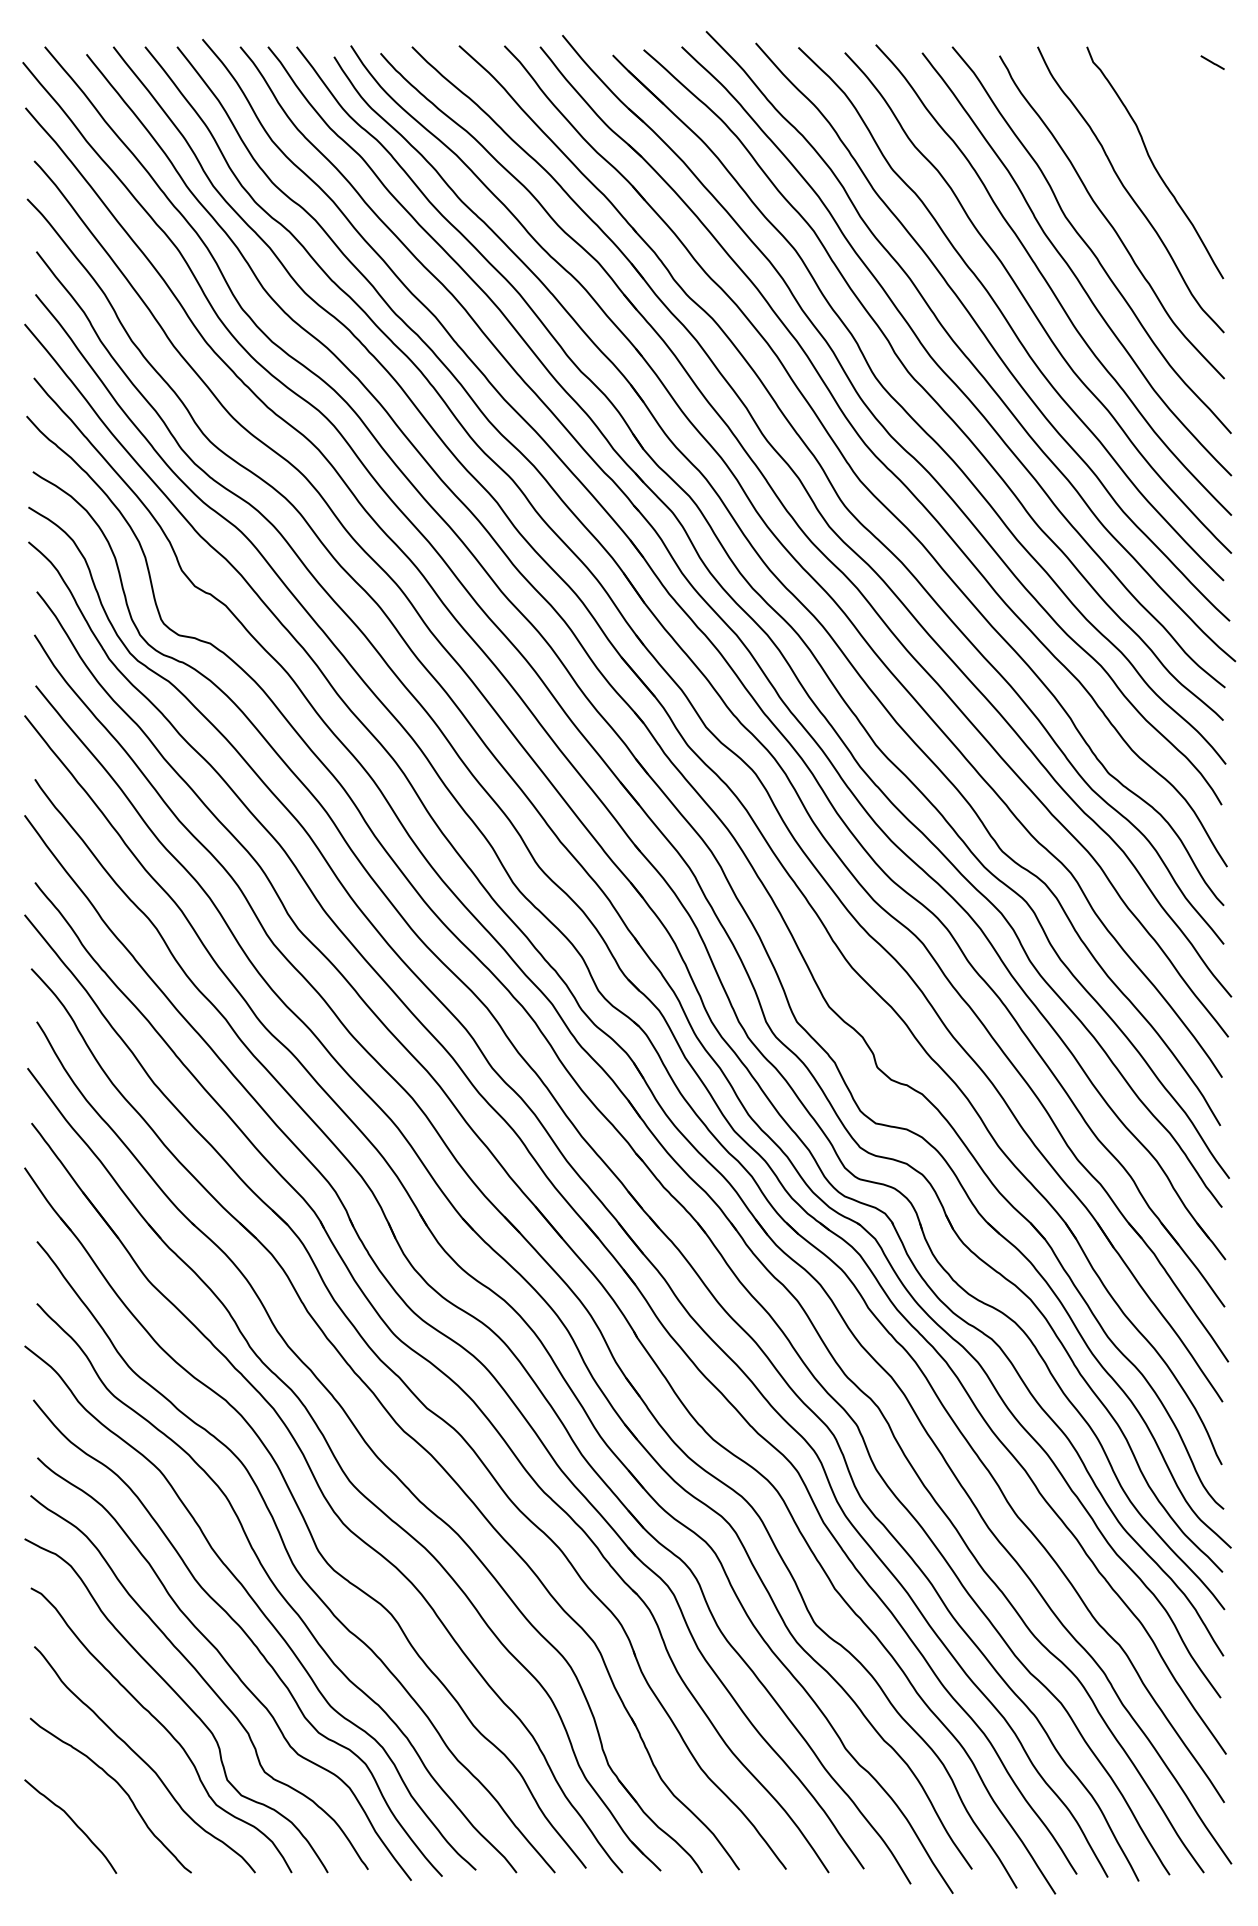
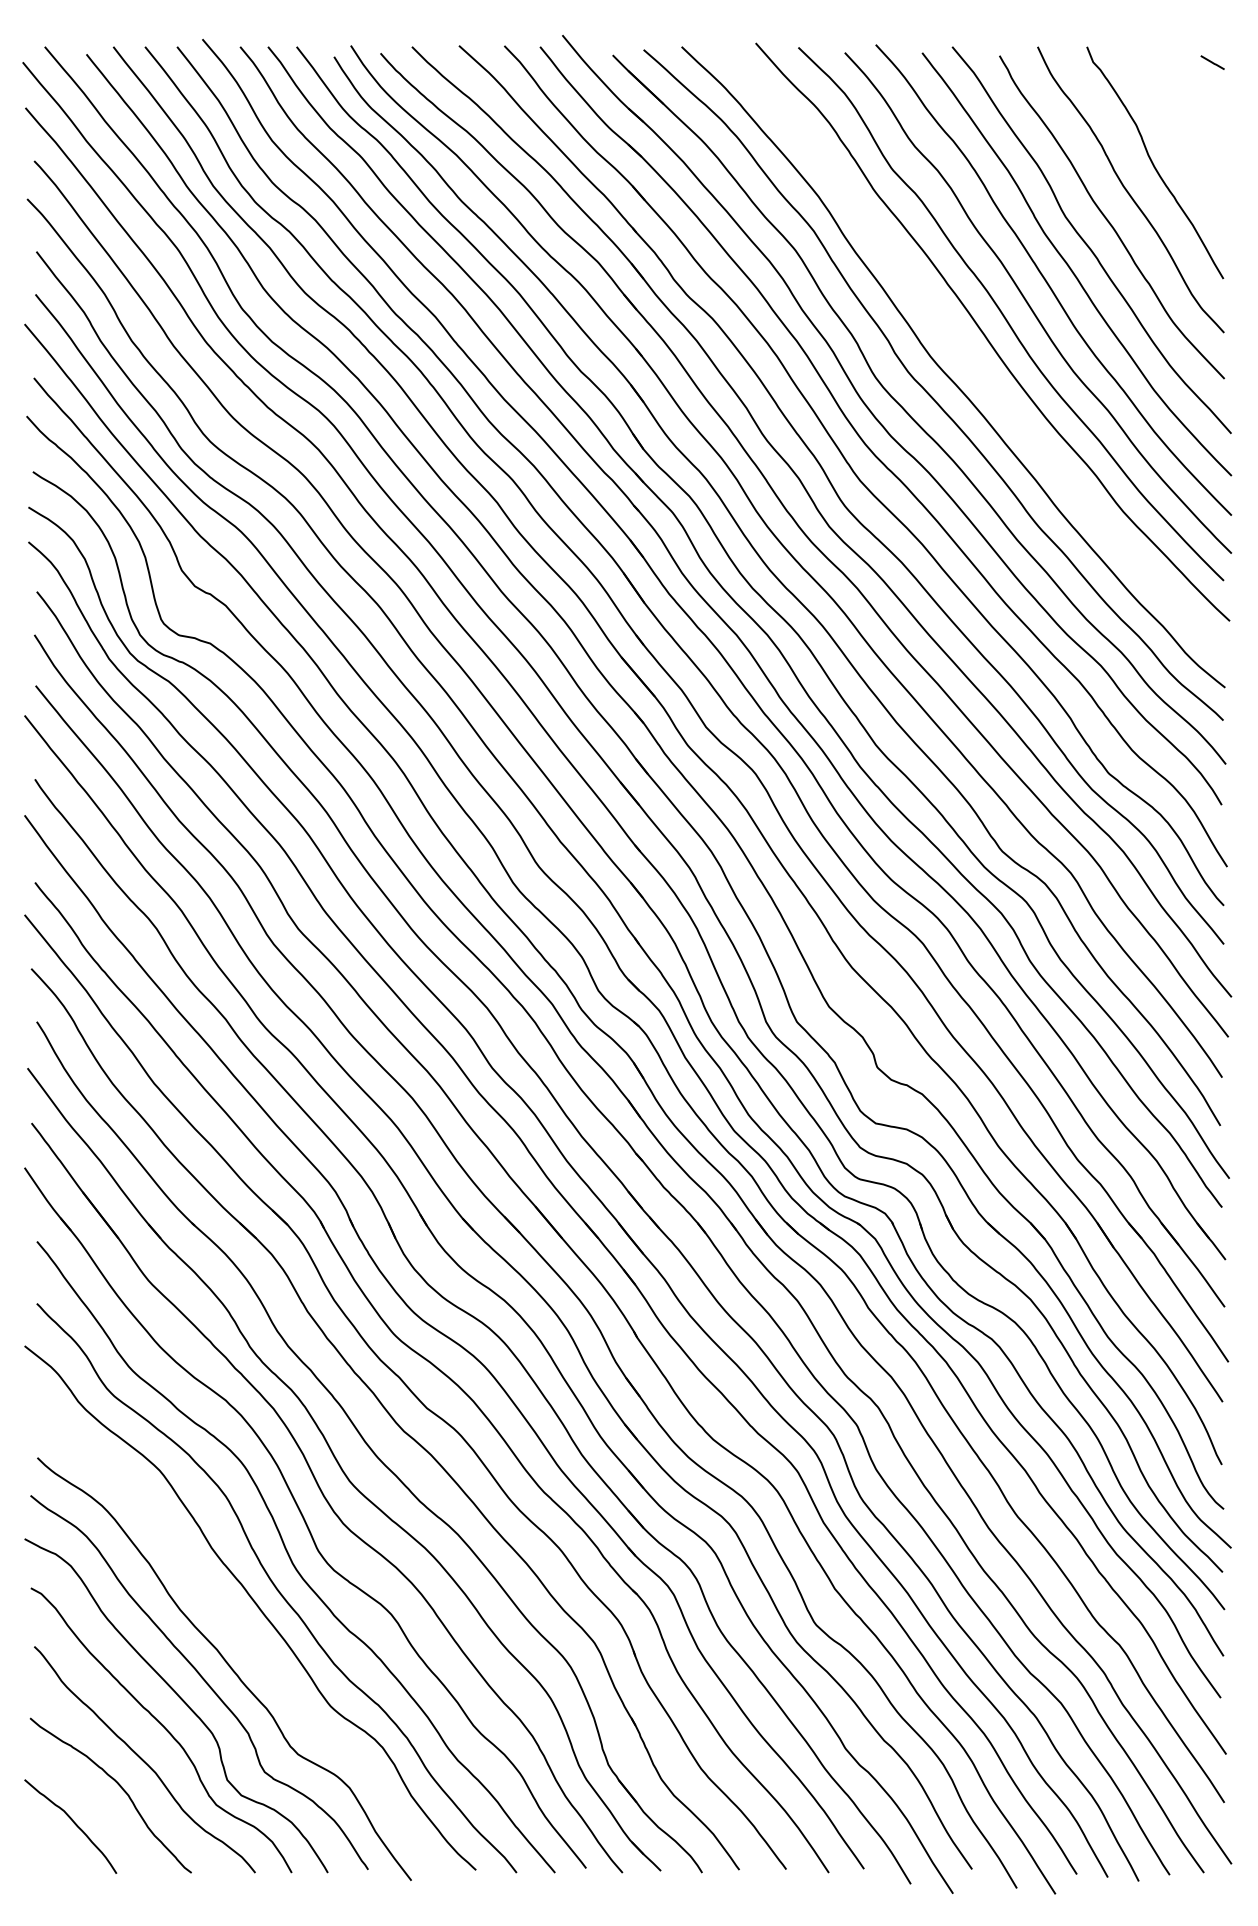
curve at (963, 351): present -> none
curve at (242, 1631): present -> none
